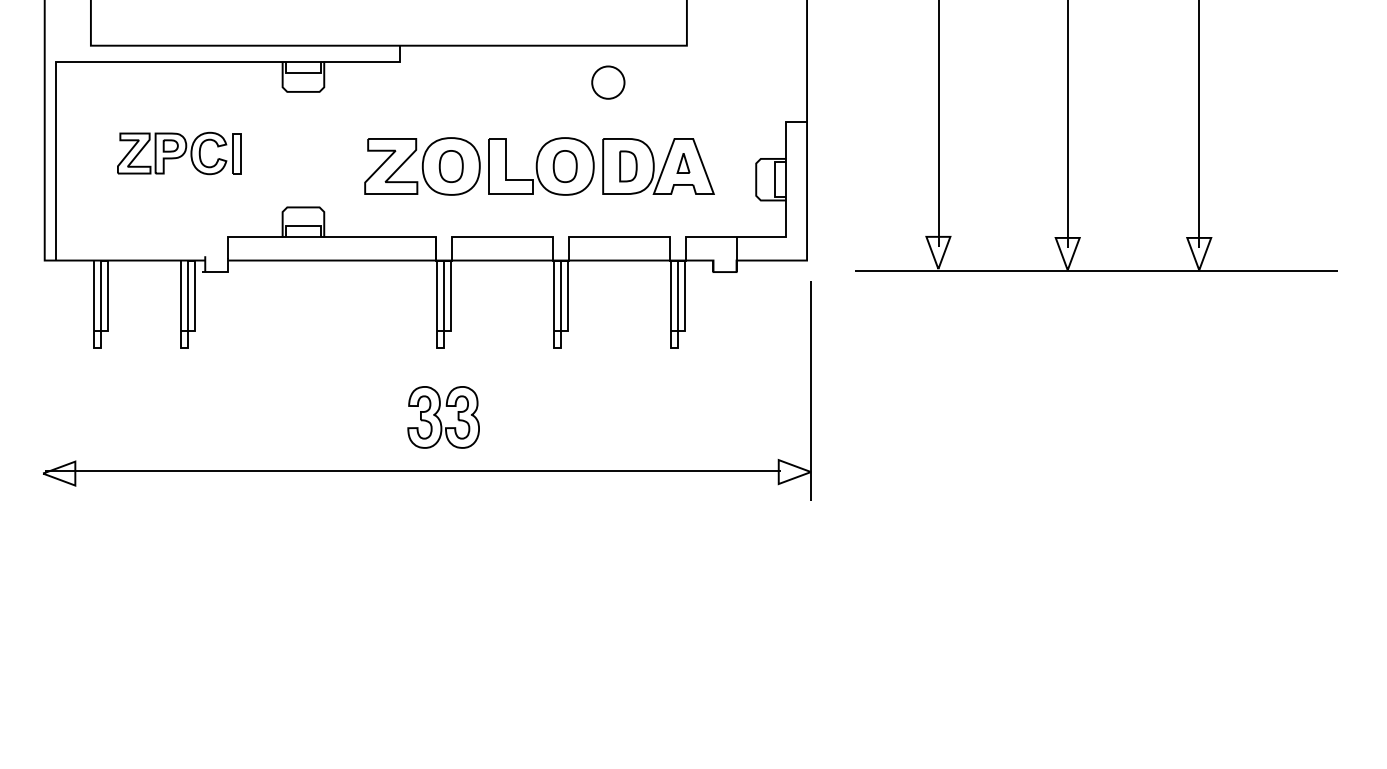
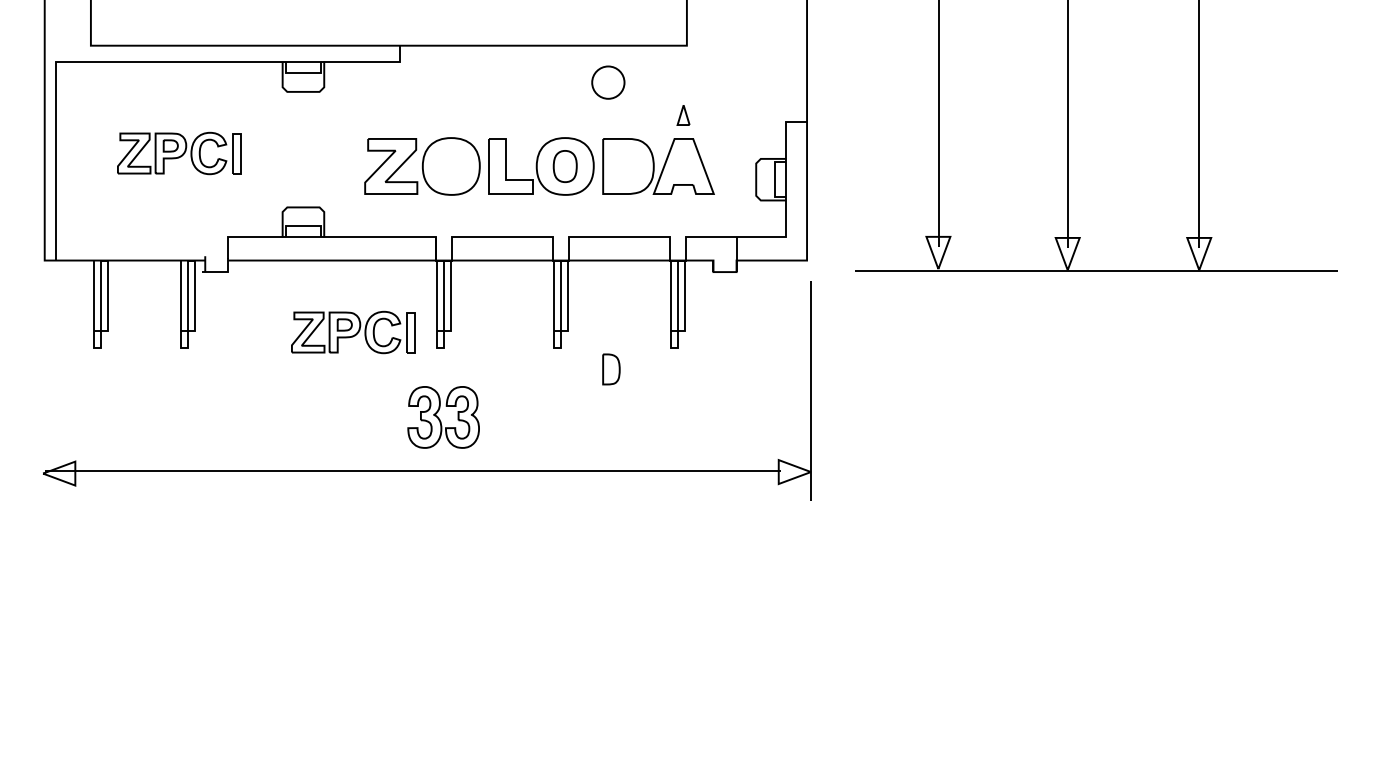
part at (683, 163) position: (683, 163) -> (683, 115)
part at (450, 166): present -> none
part at (628, 166) position: (628, 166) -> (611, 369)
part at (353, 332): none -> present
